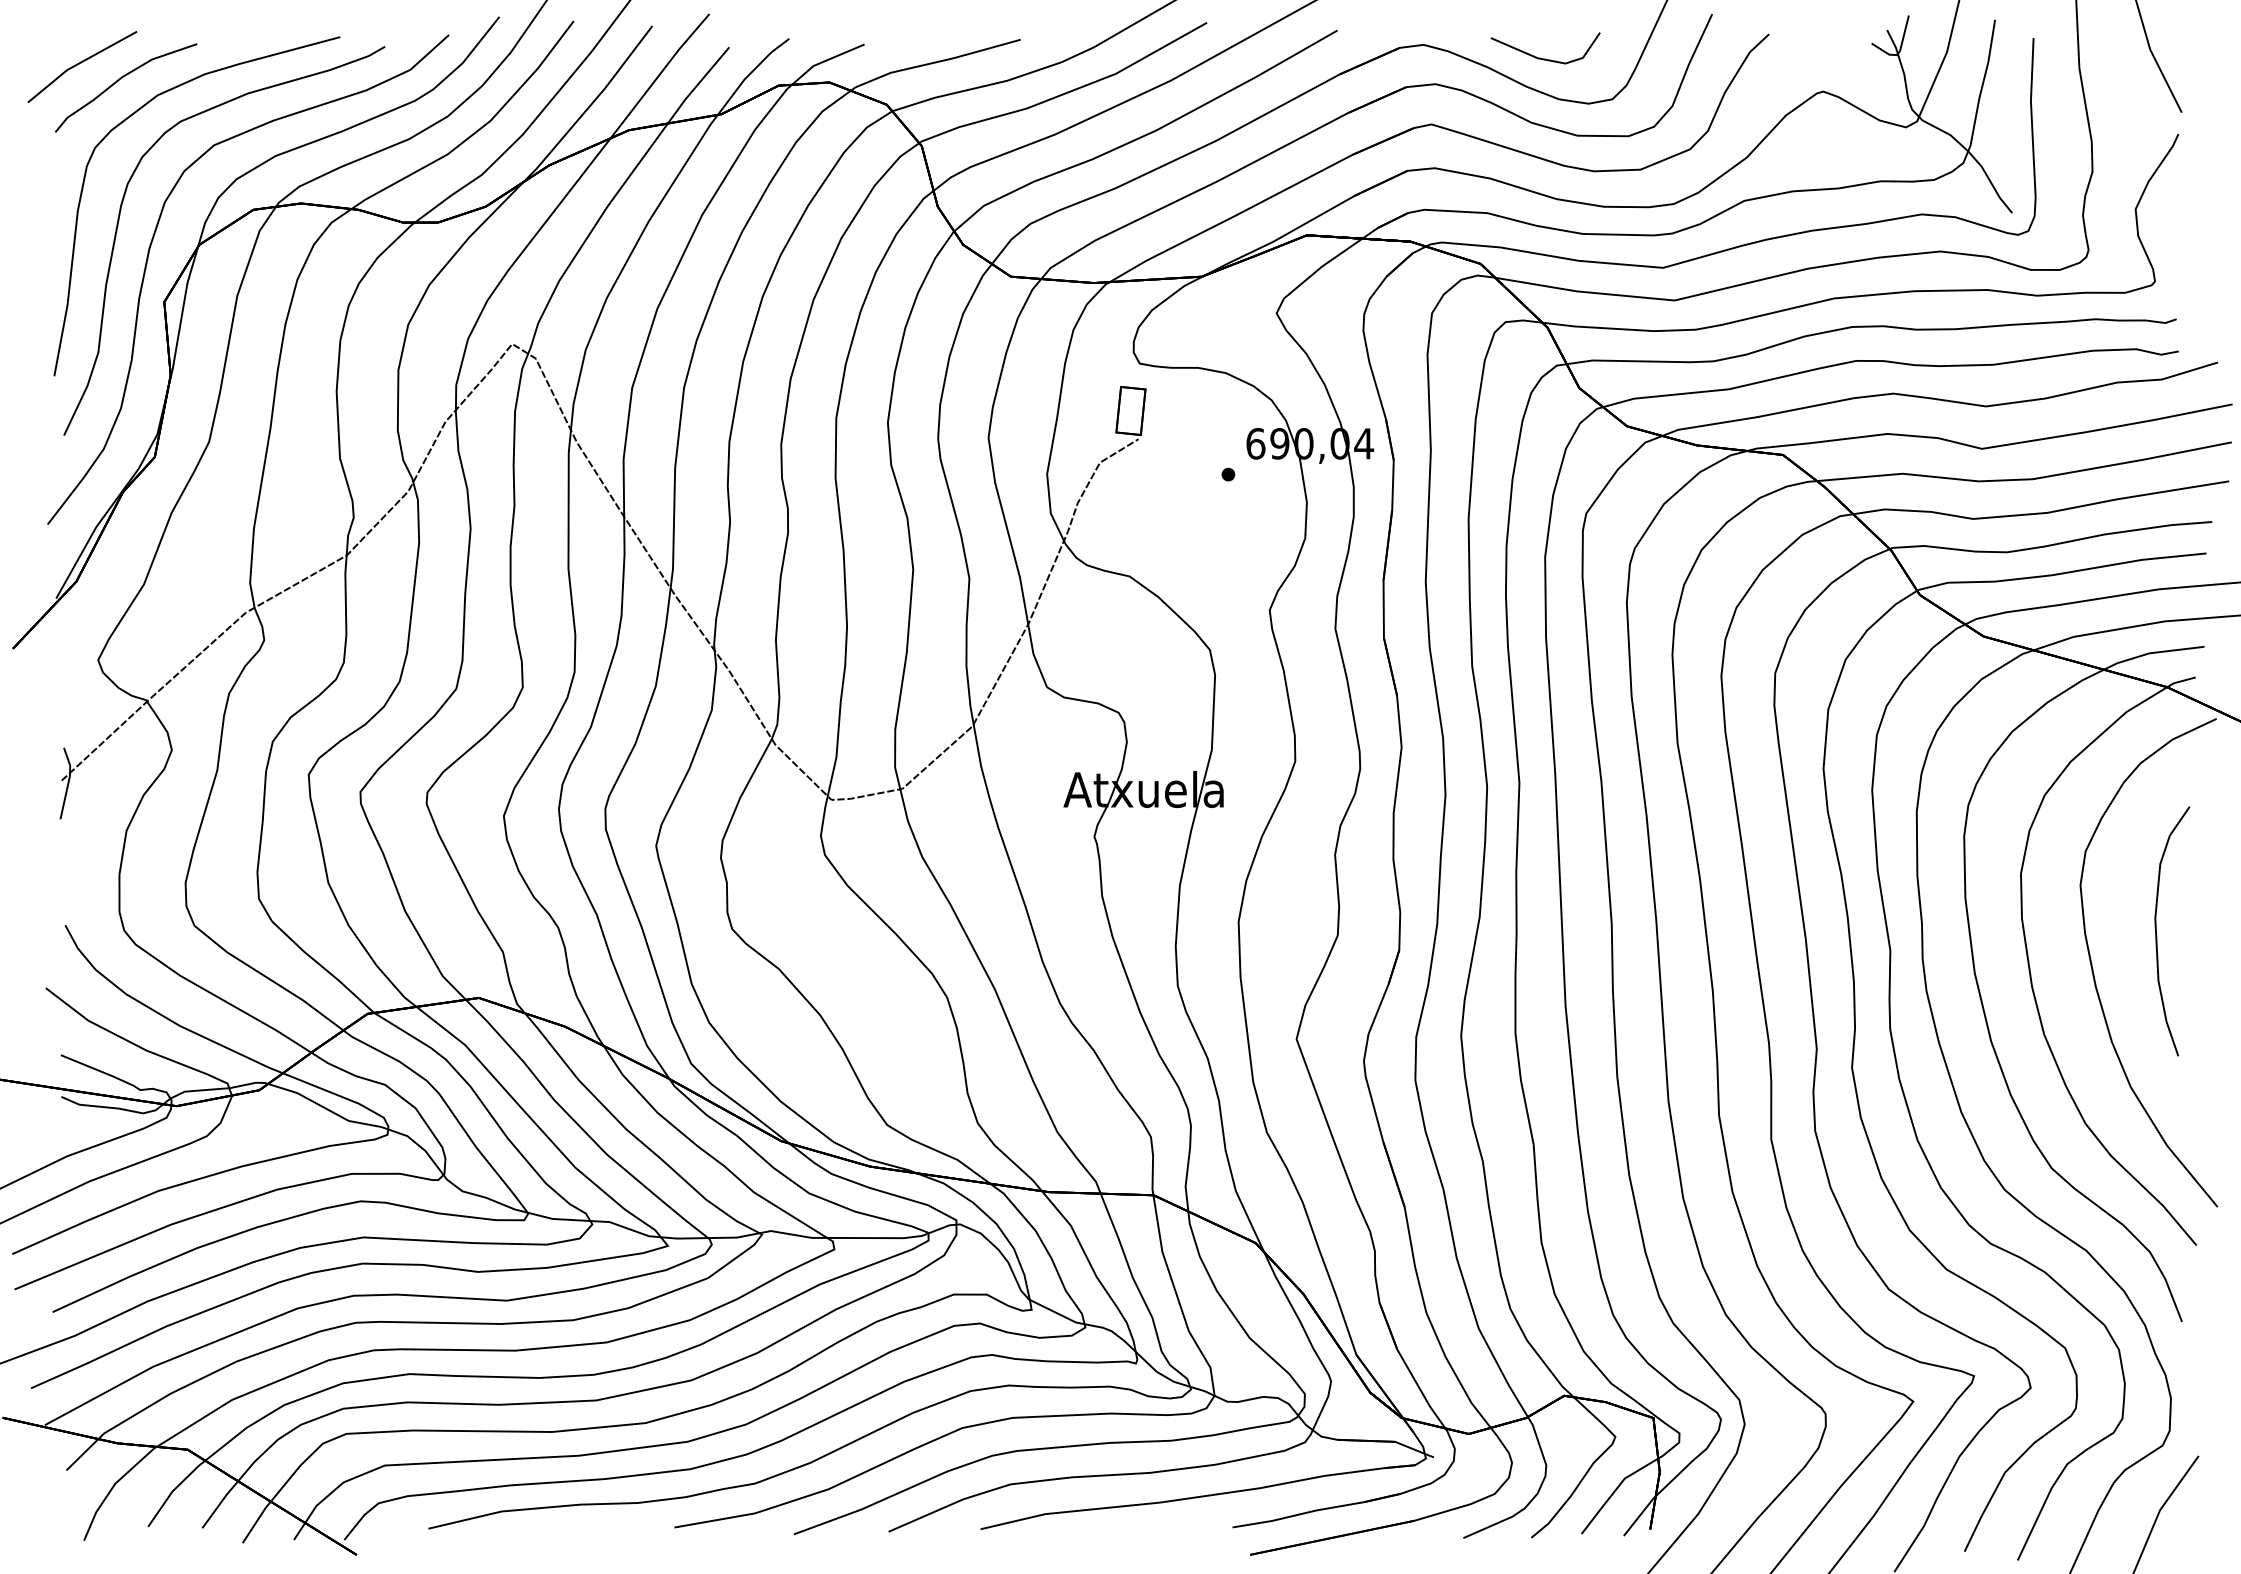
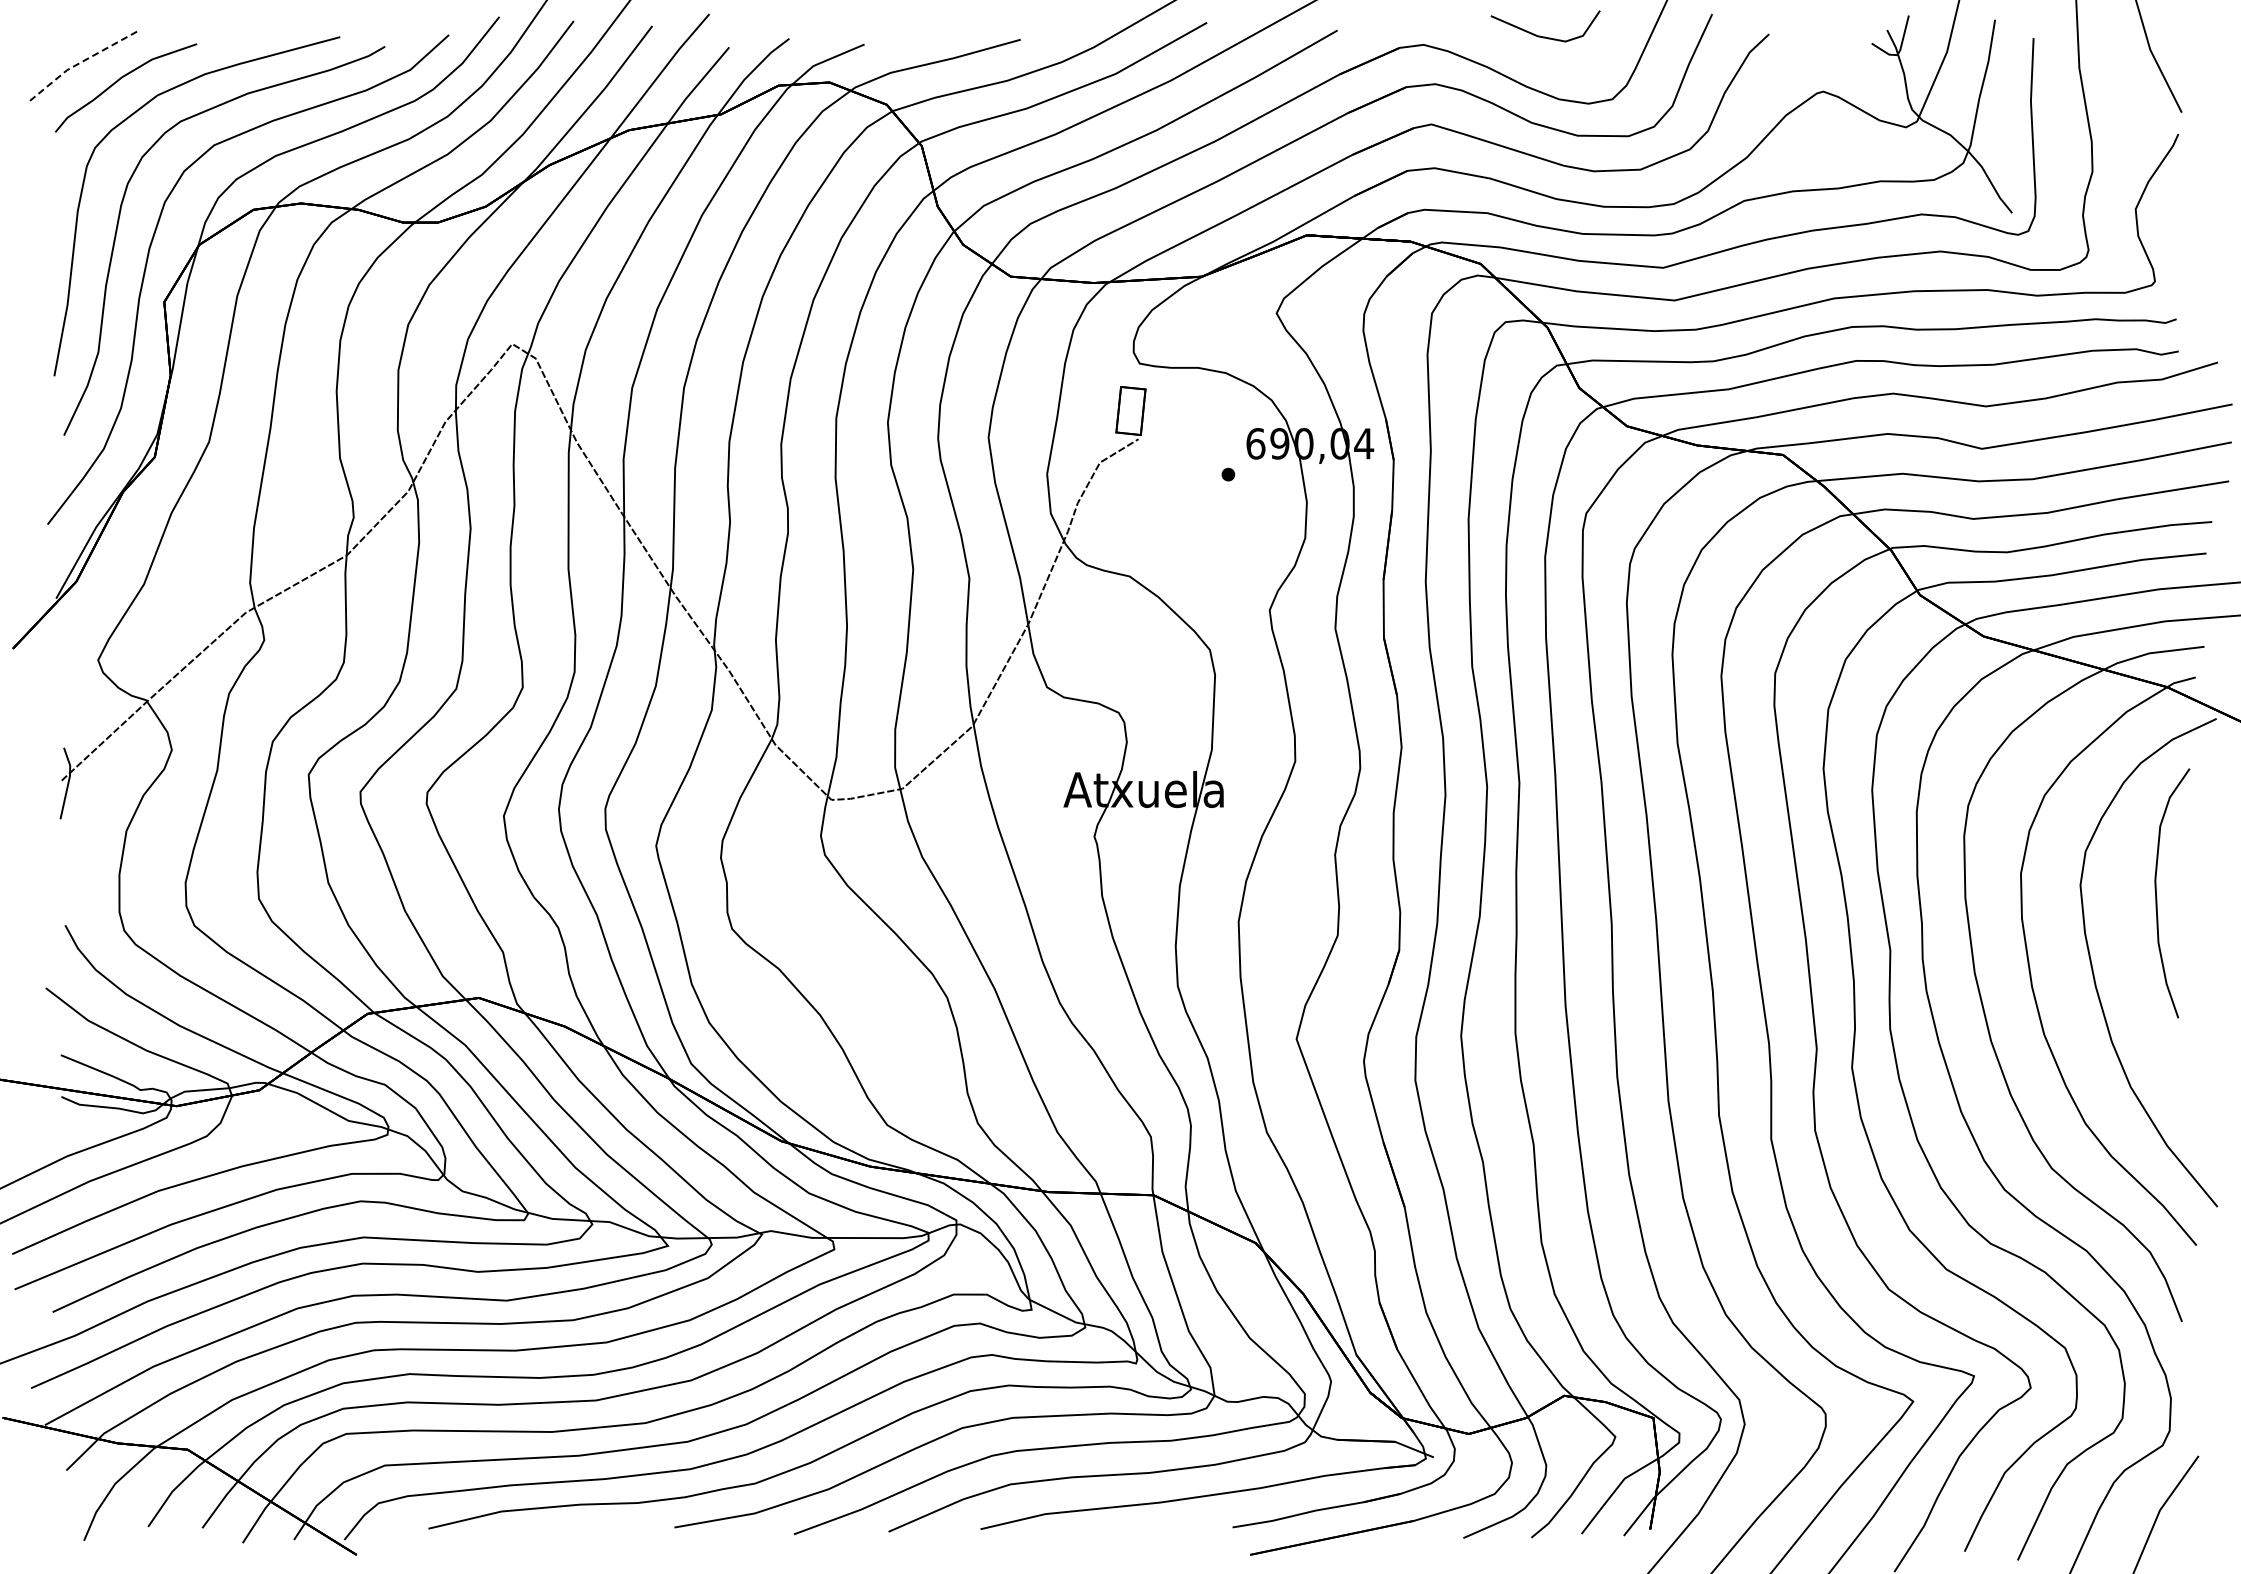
line at (1545, 58) position: (1545, 58) -> (1545, 36)
line at (78, 63): solid -> dashed
curve at (2157, 935) position: (2157, 935) -> (2157, 897)
